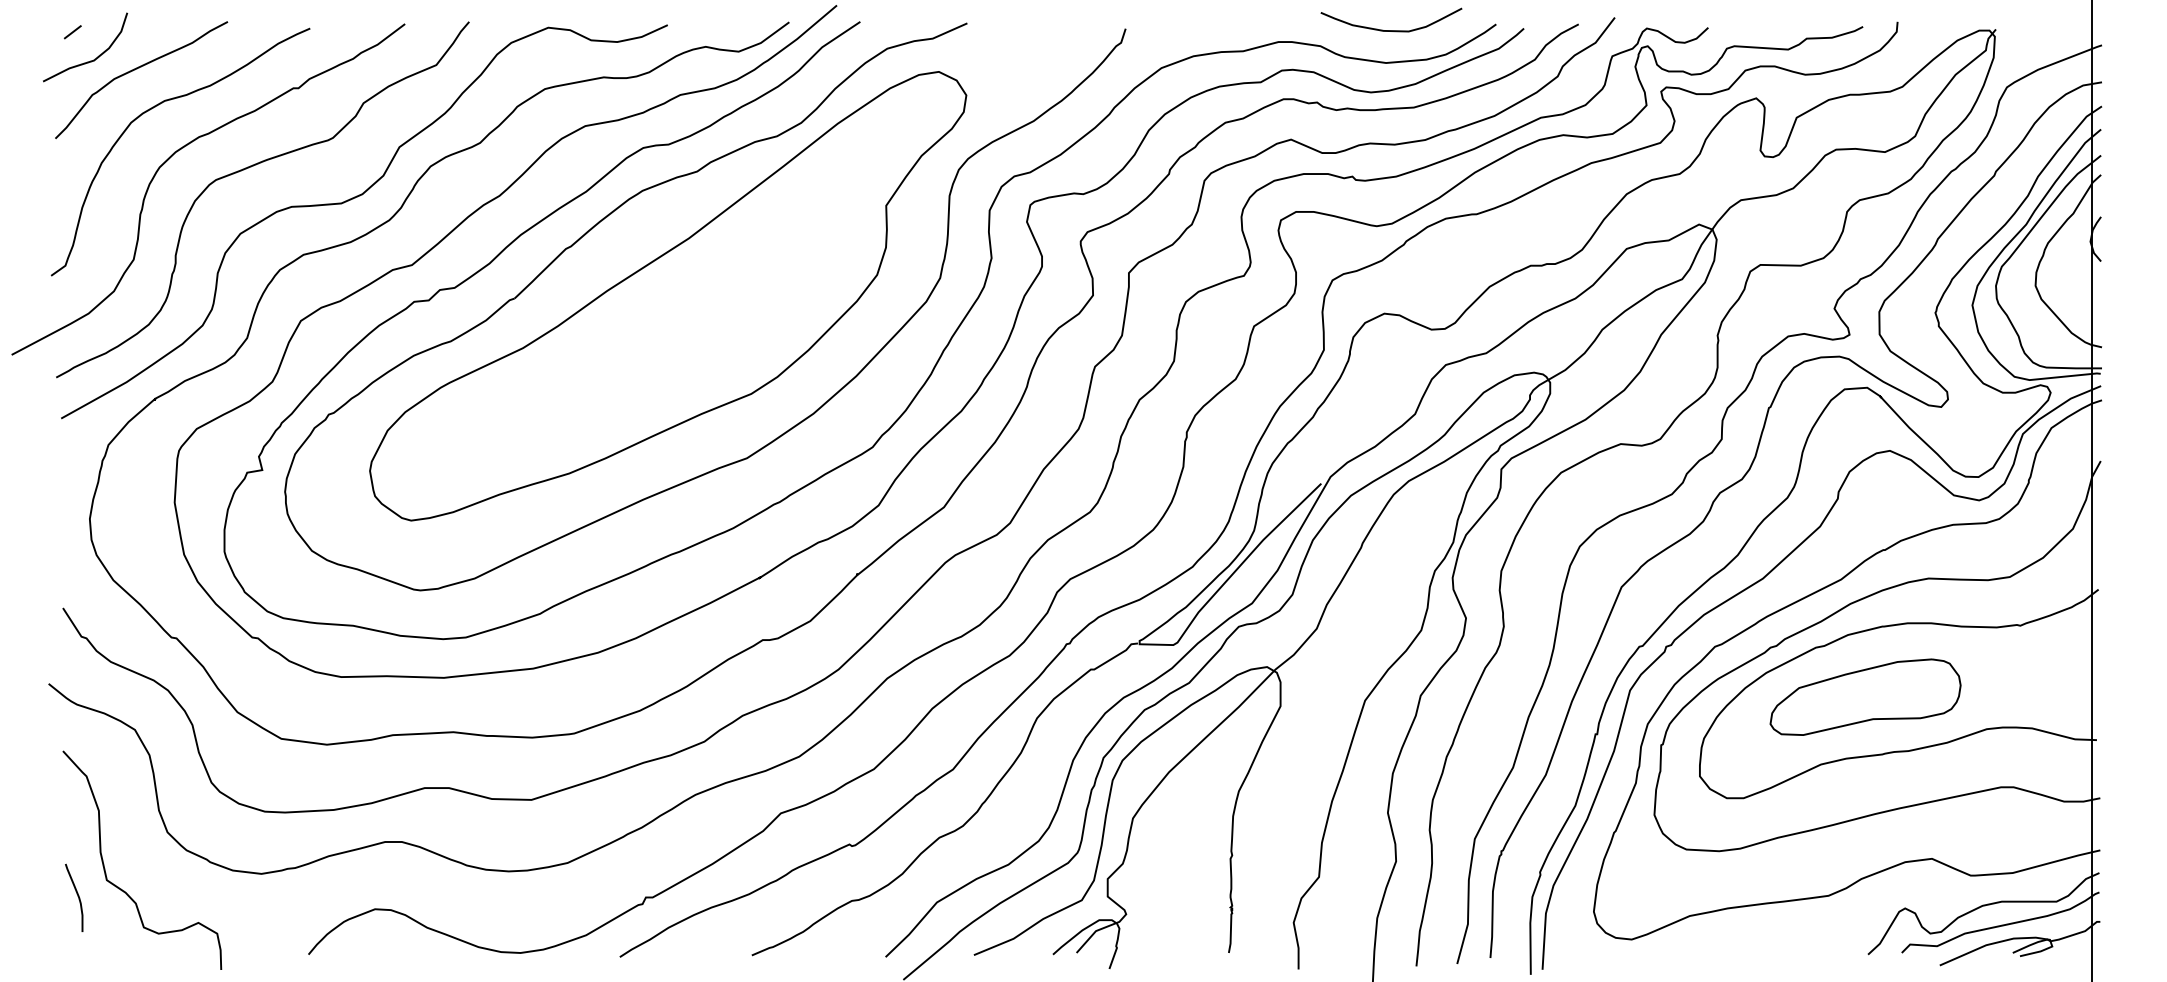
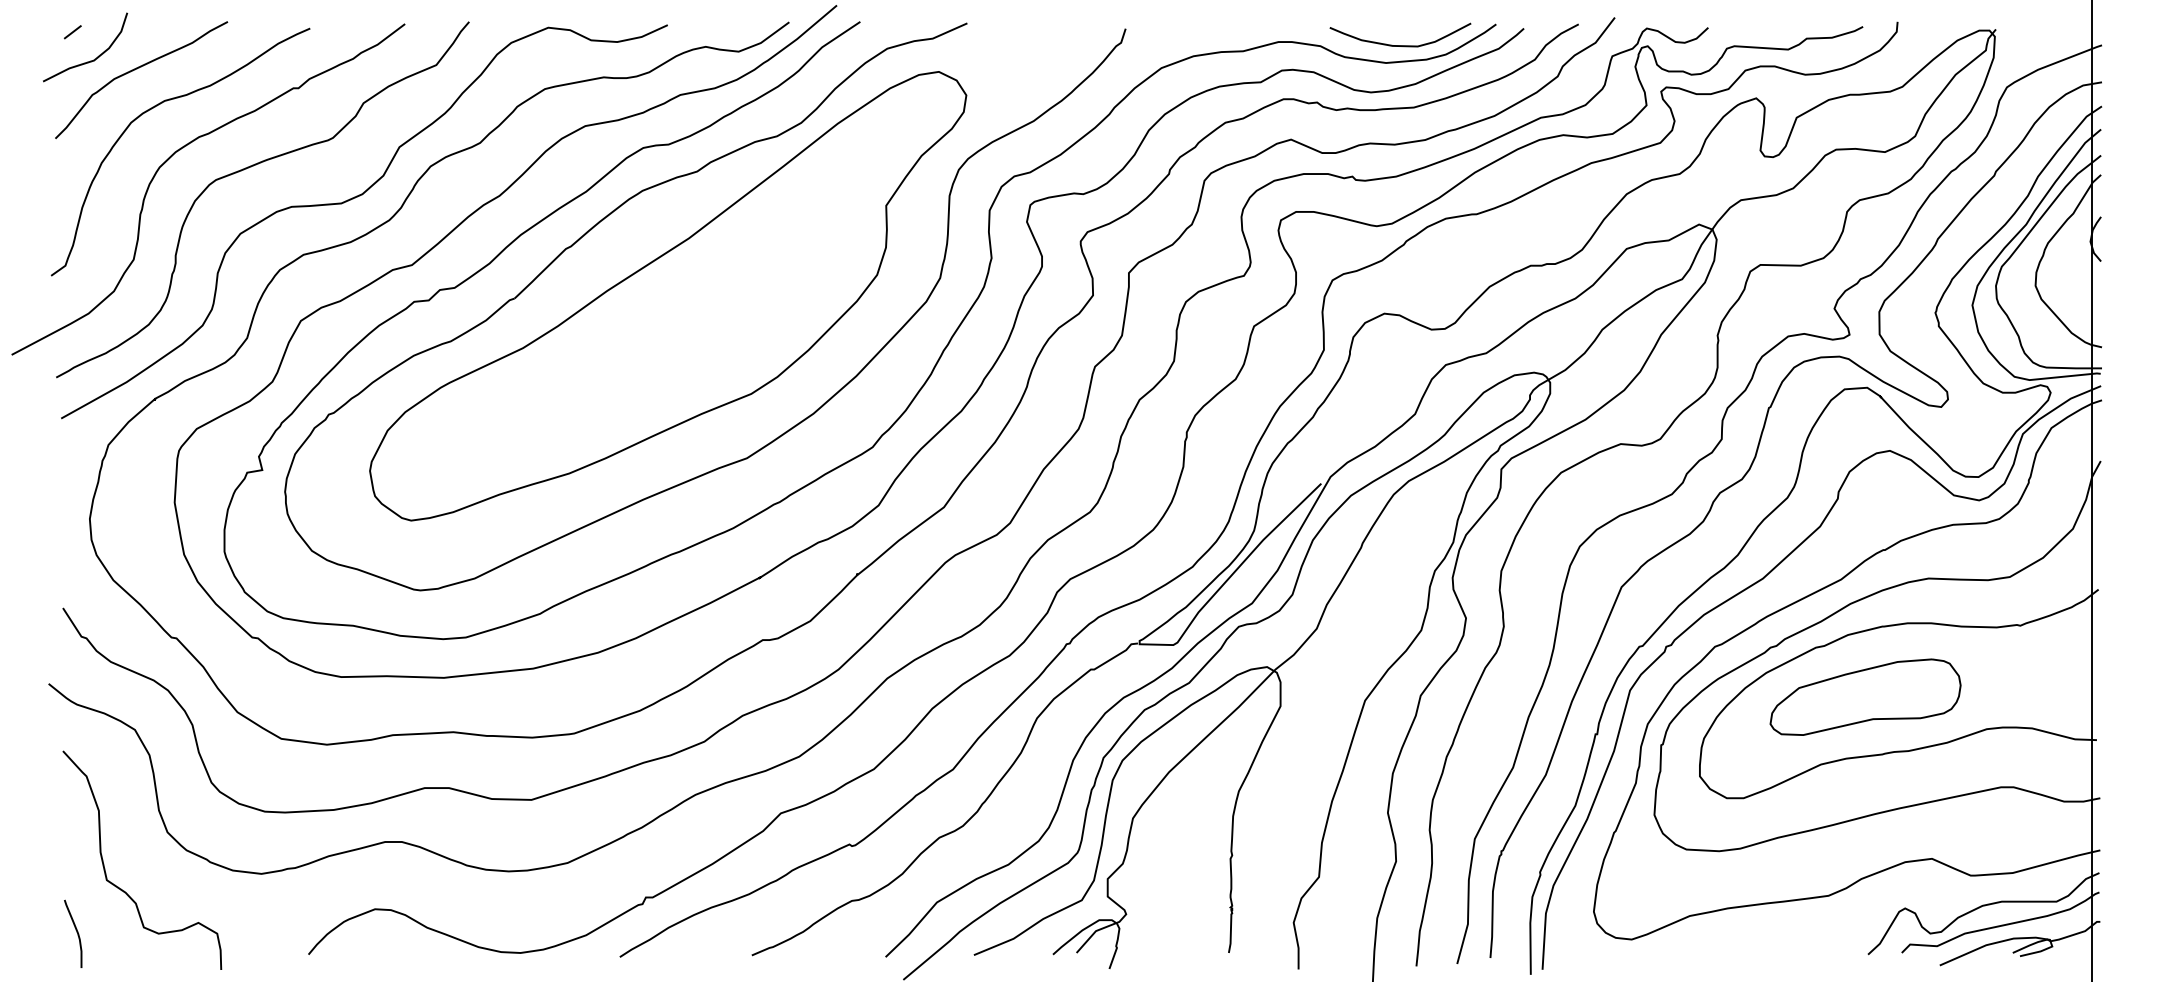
curve at (1391, 30) position: (1391, 30) -> (1400, 45)
curve at (77, 896) position: (77, 896) -> (76, 932)
